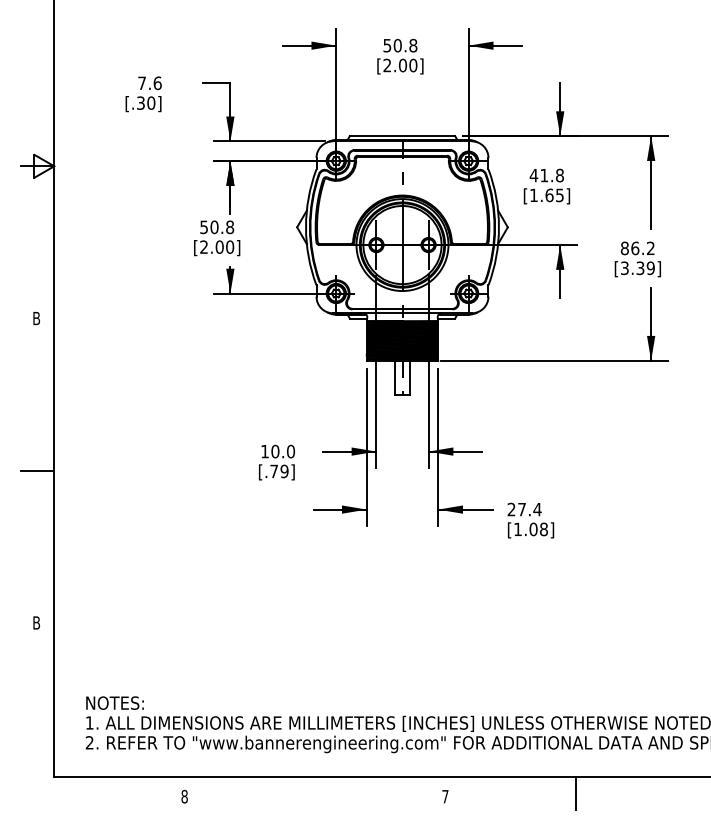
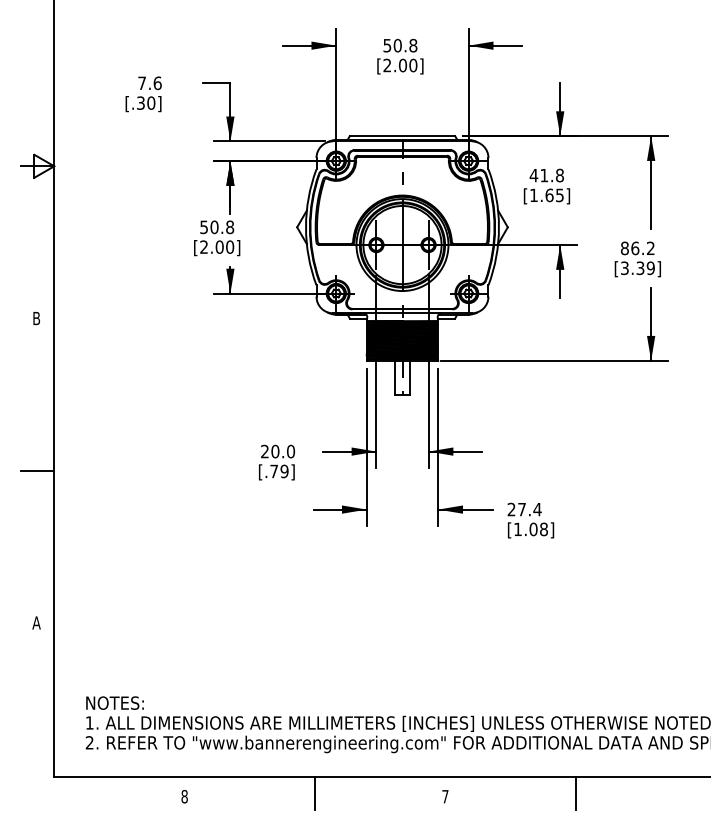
text at (264, 451): 10.0 -> 20.0
text at (36, 622): B -> A
line at (315, 792): none -> present
